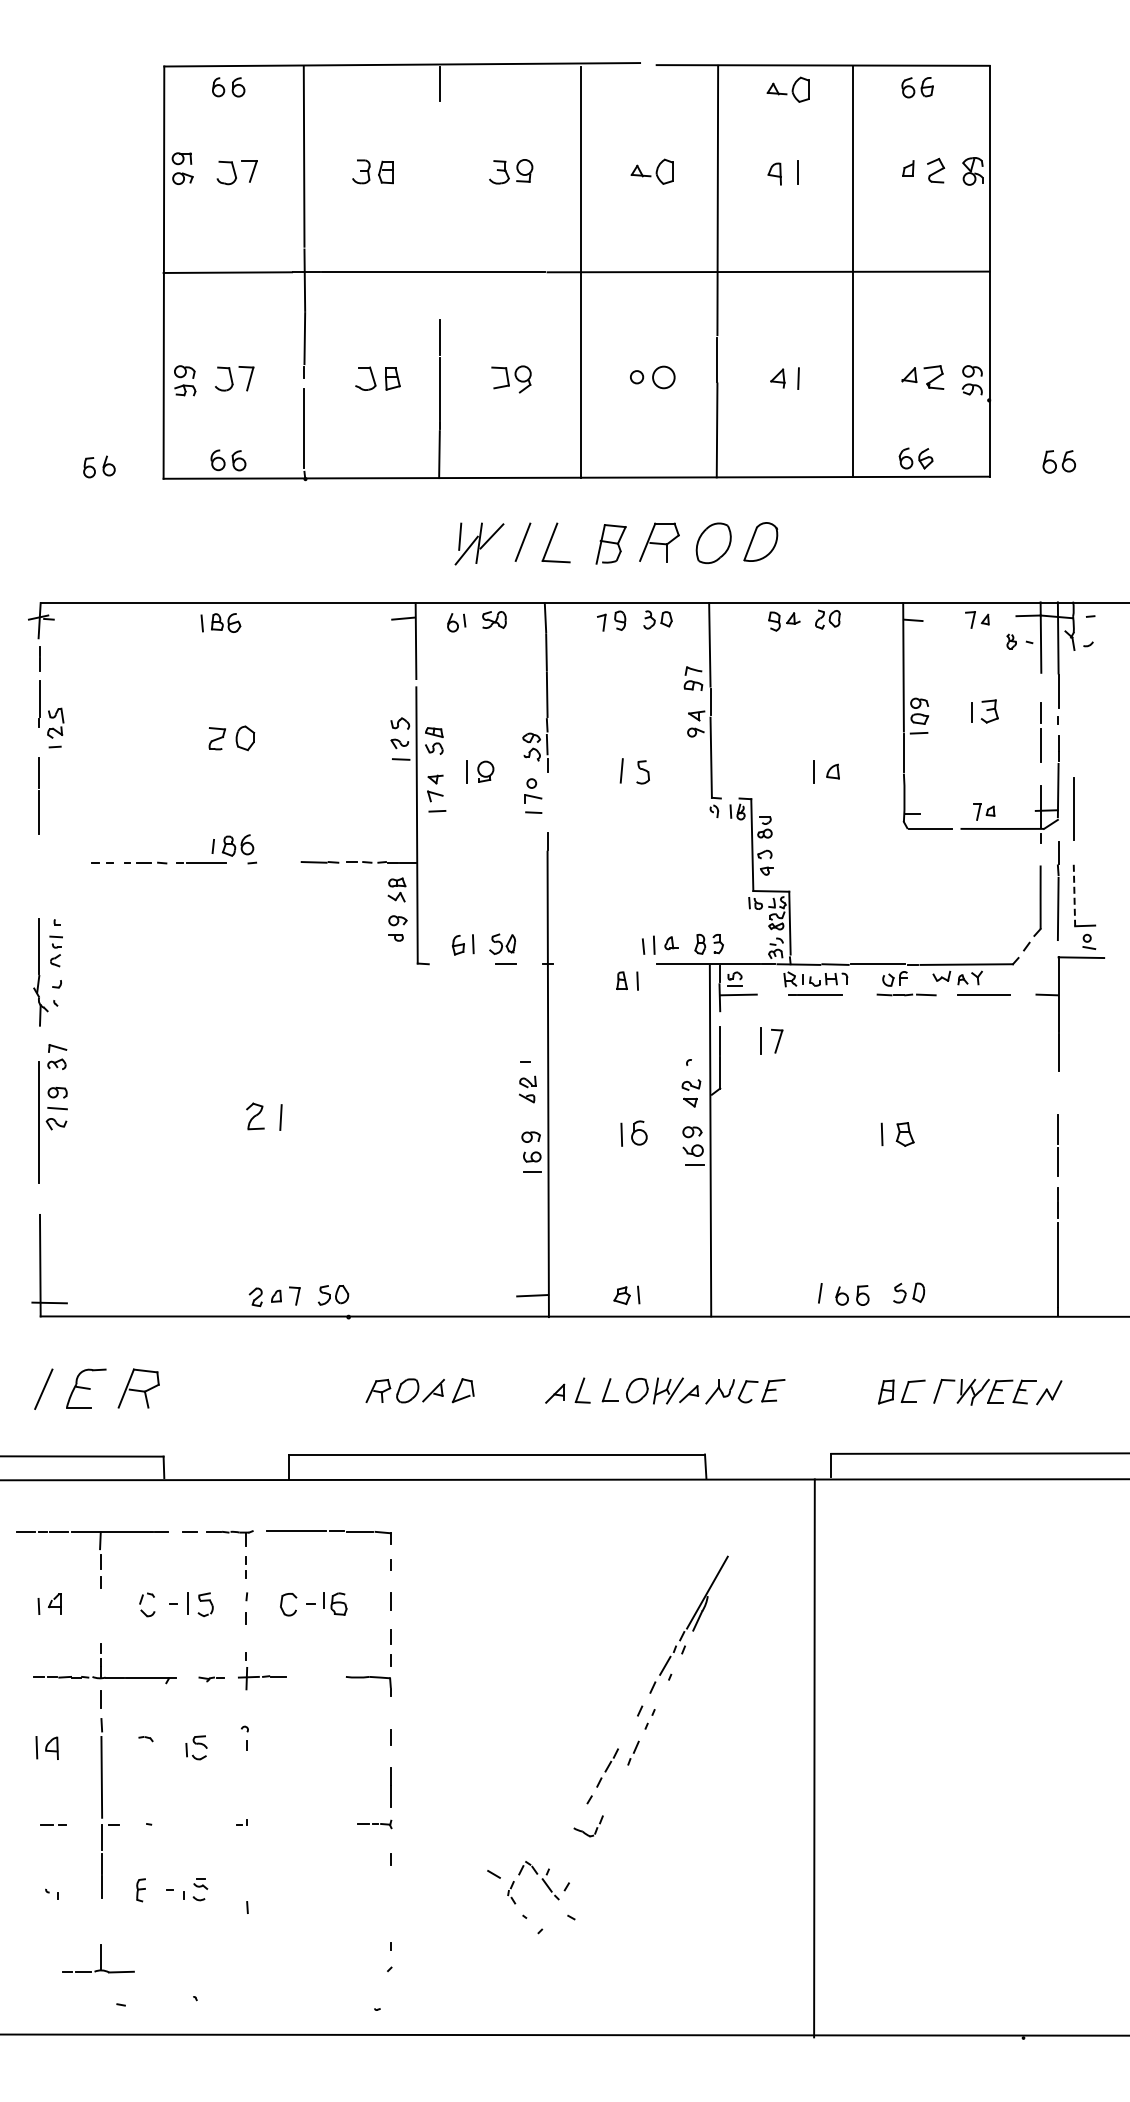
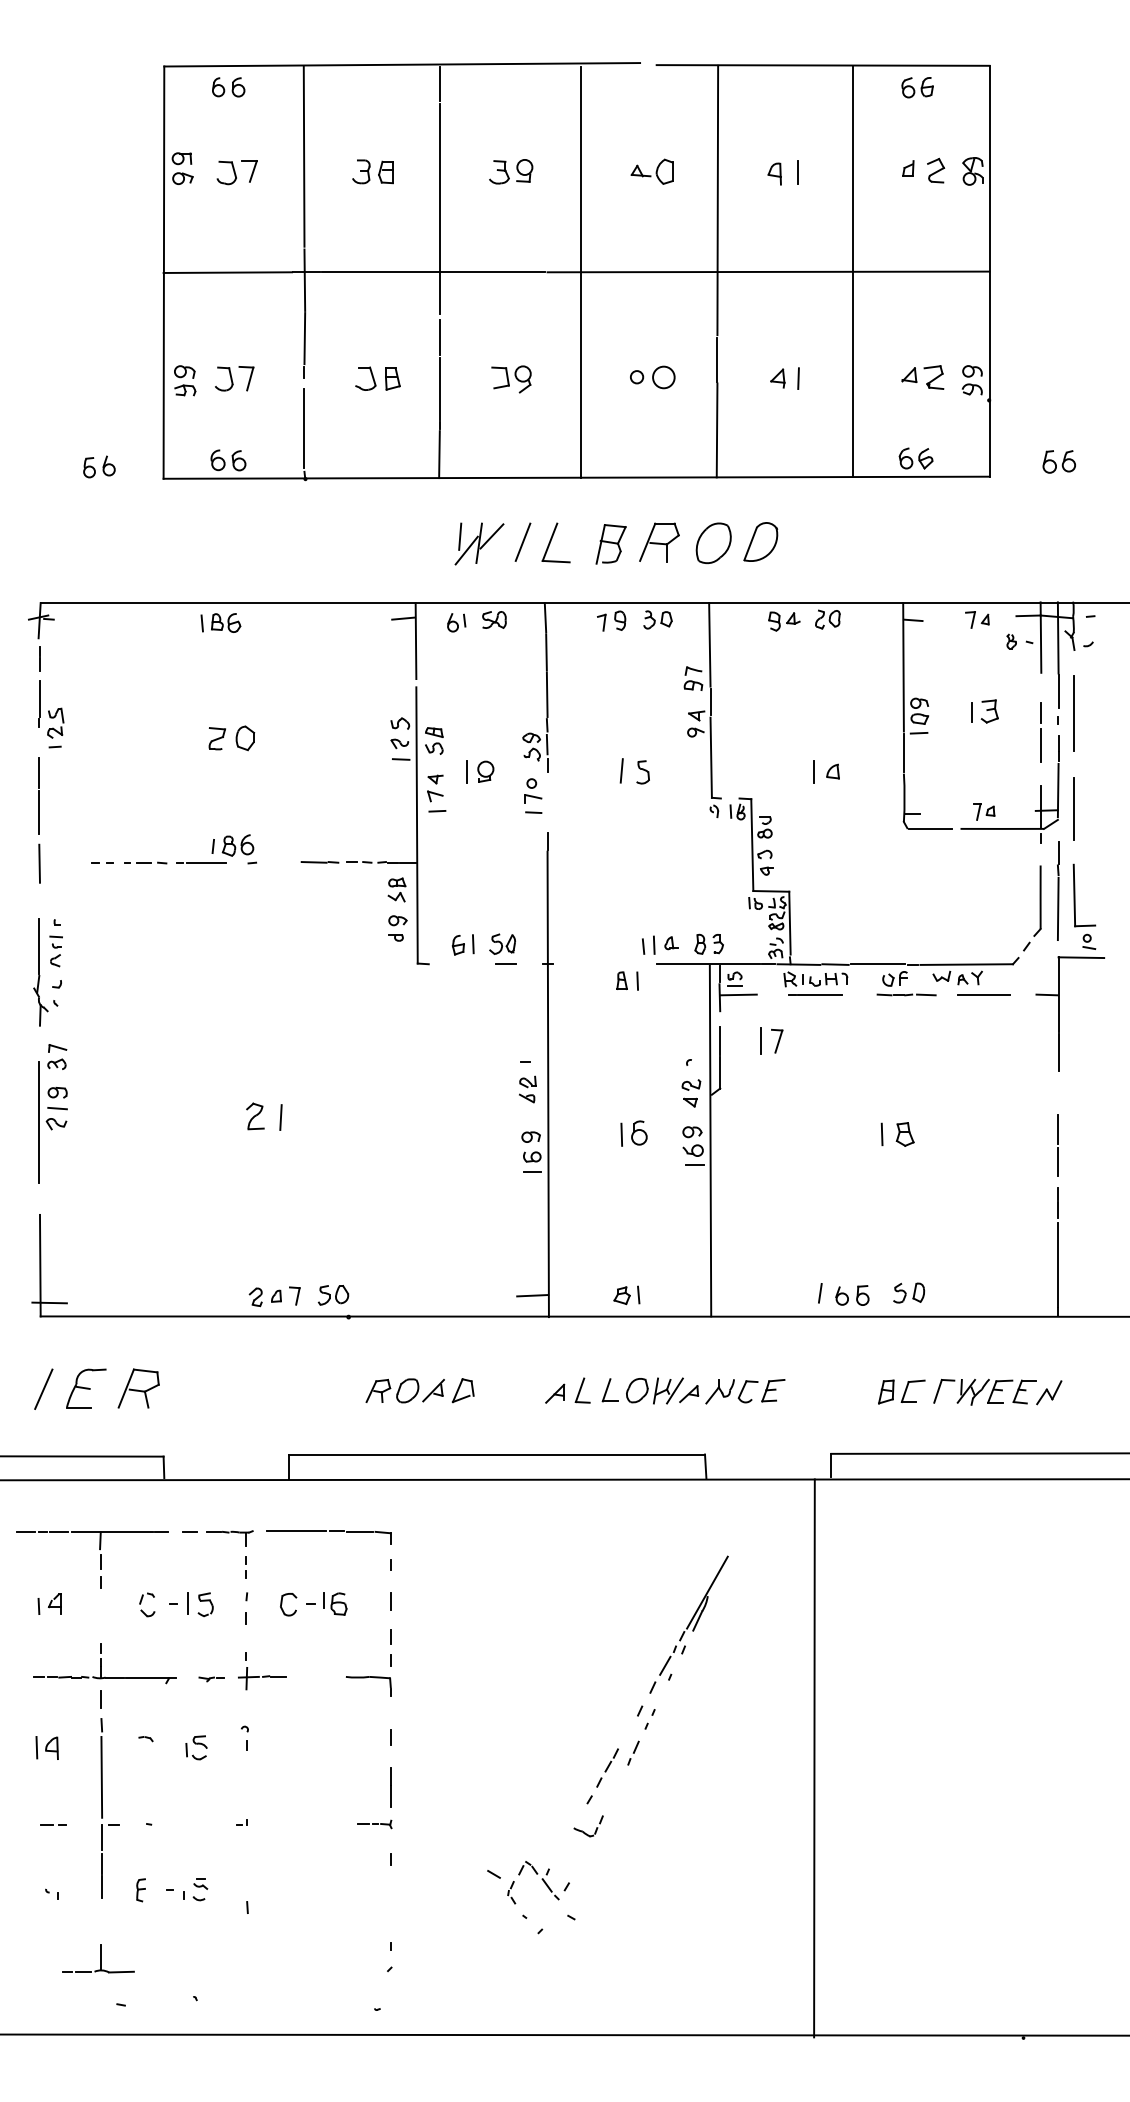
part at (787, 89): present -> none
line at (439, 208): none -> present
line at (1074, 712): none -> present
line at (39, 863): none -> present
line at (1074, 895): dashed -> solid
